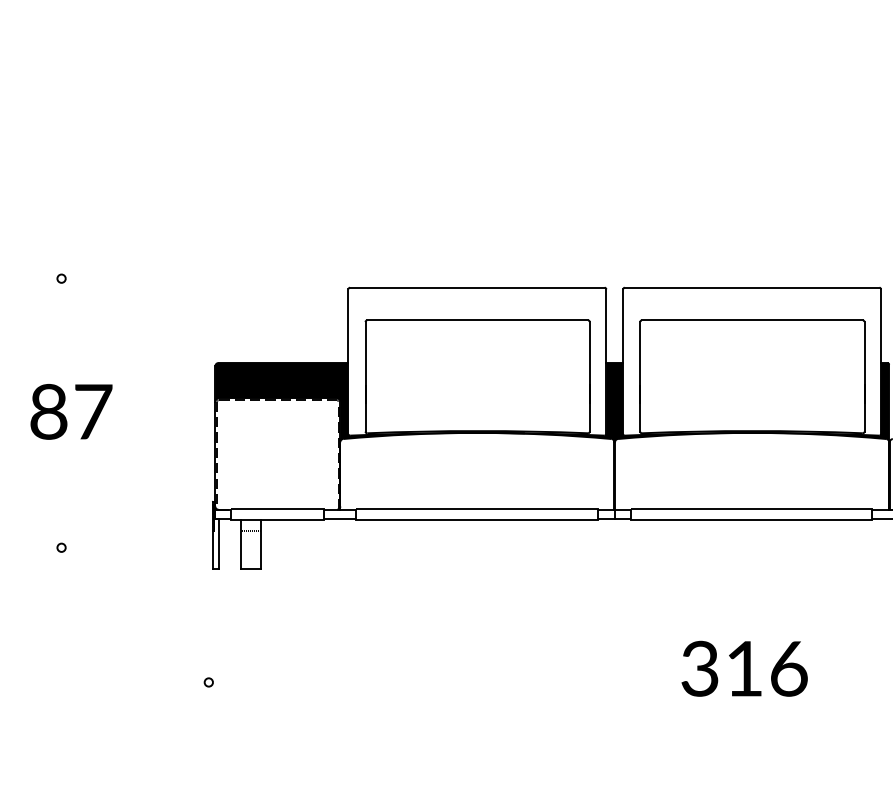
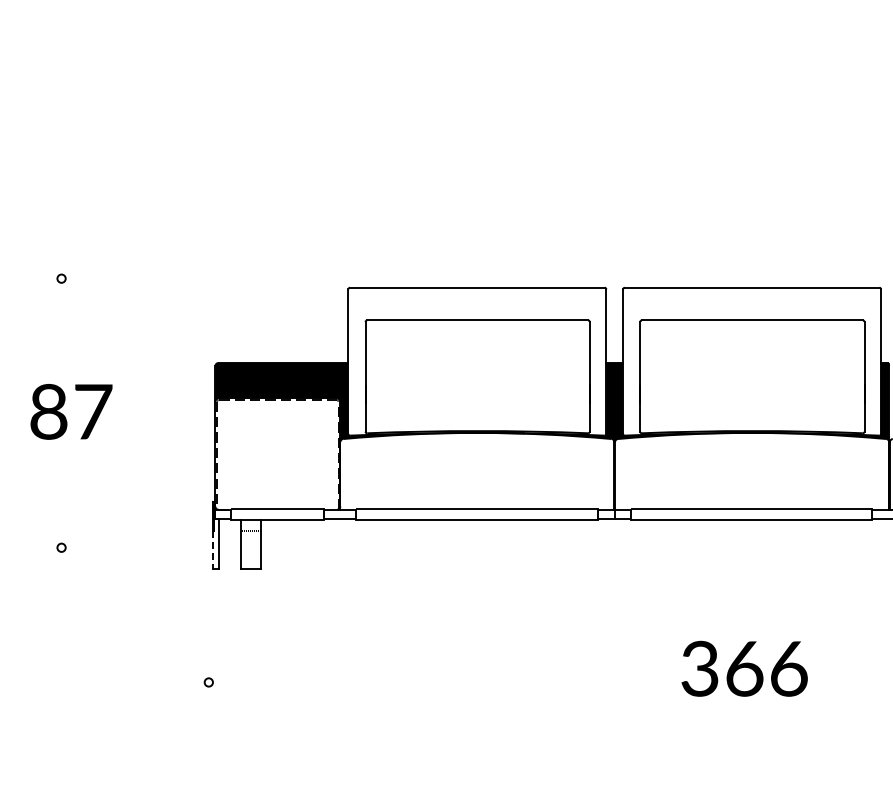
line at (212, 550): solid -> dashed
text at (744, 668): 316 -> 366
